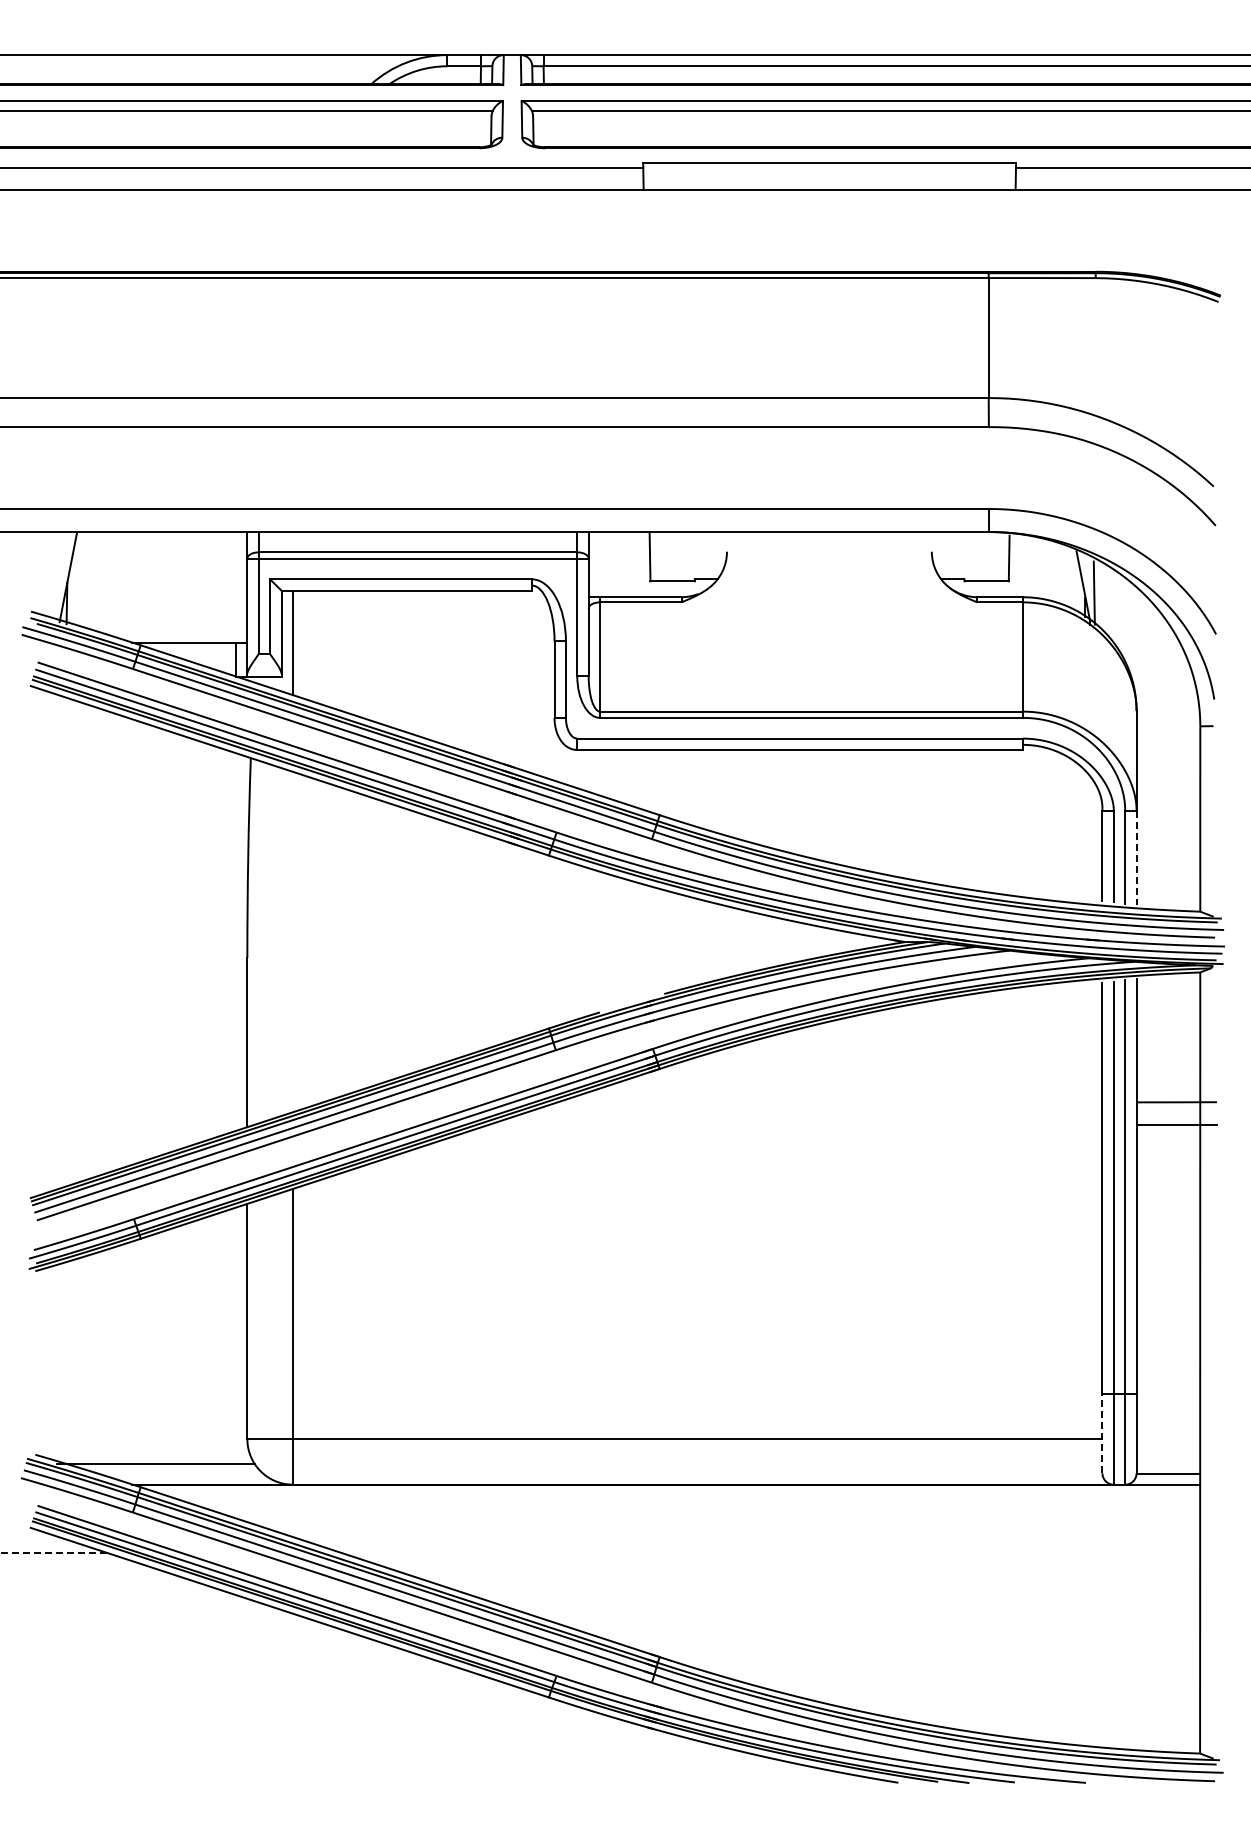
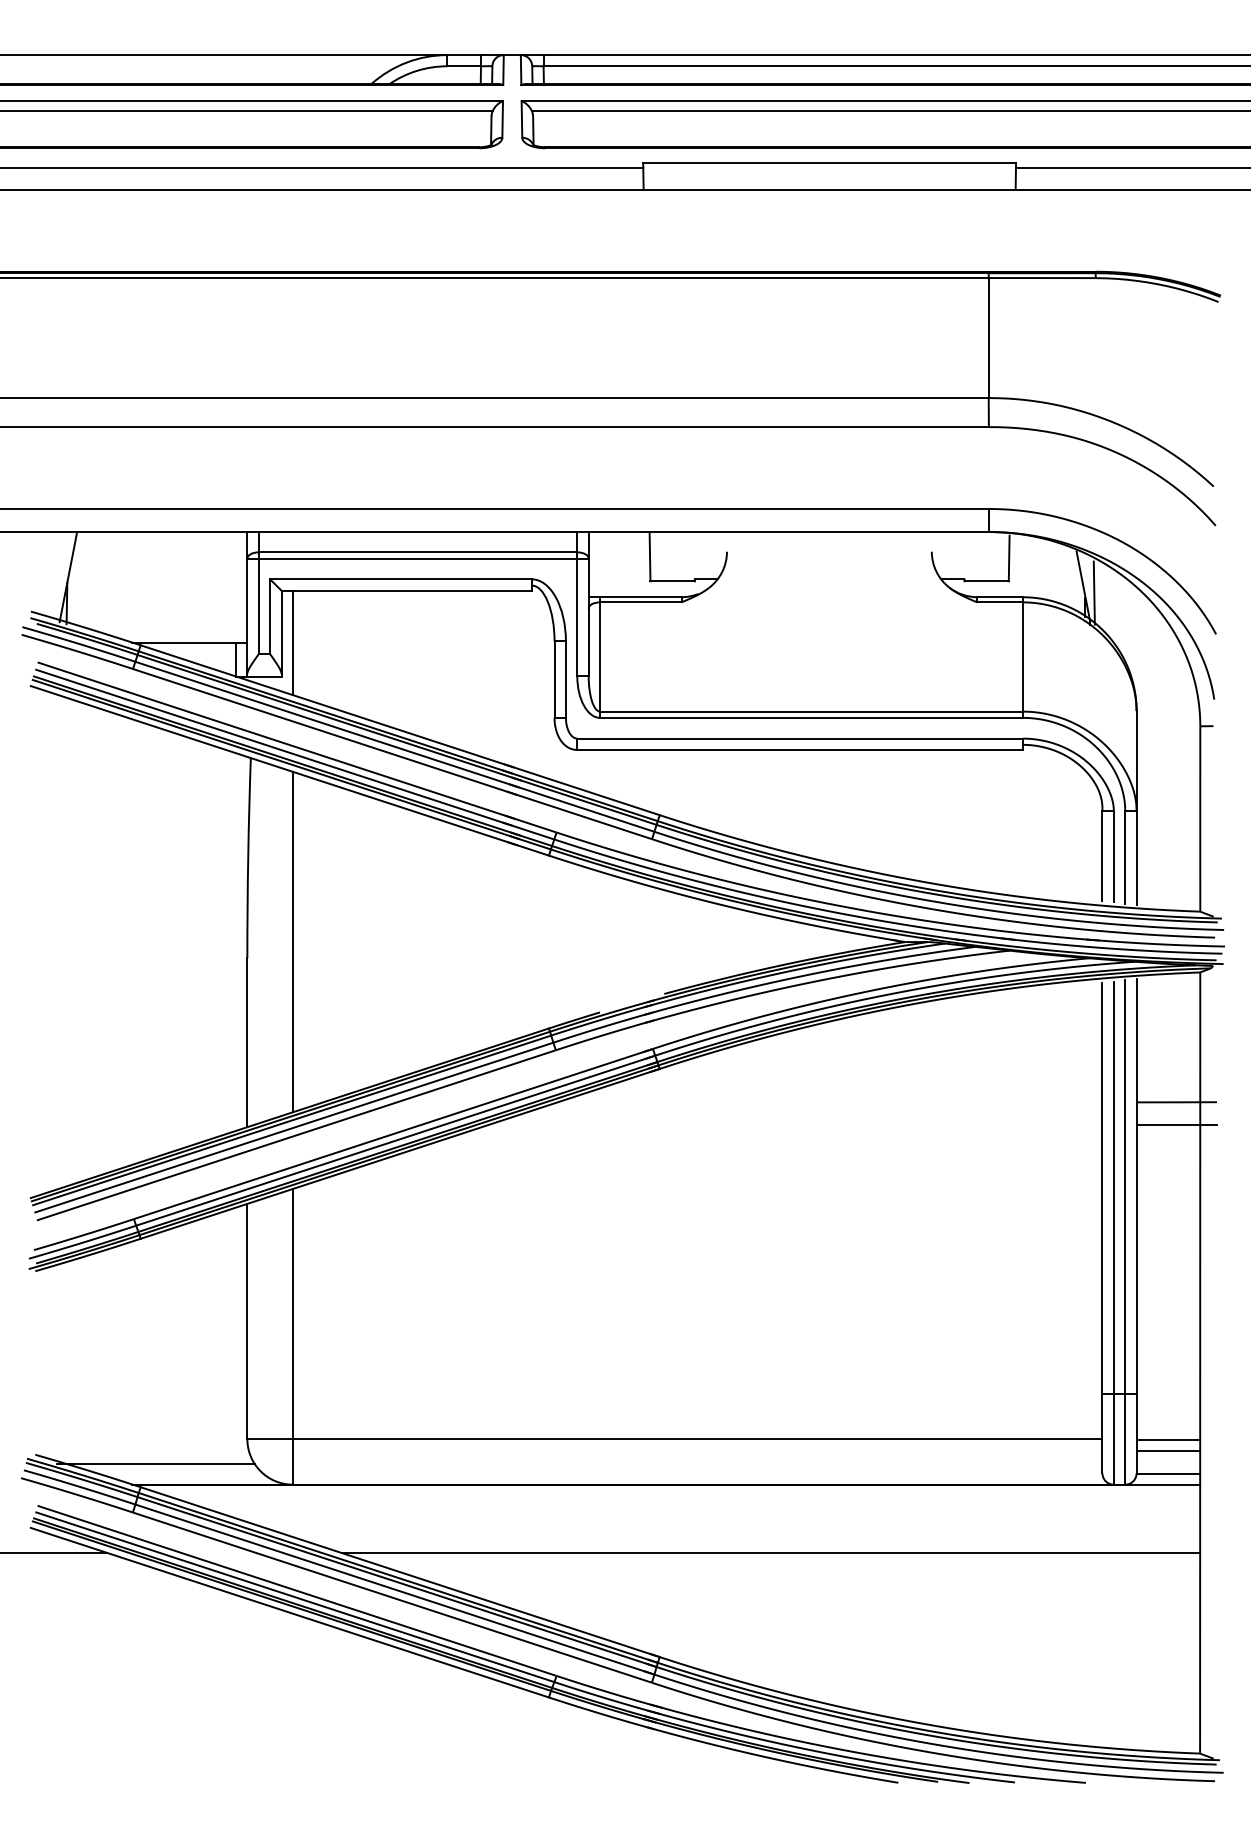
line at (1136, 857): dashed -> solid
line at (292, 941): none -> present
line at (1102, 1433): dashed -> solid
line at (1168, 1439): none -> present
line at (1168, 1451): none -> present
line at (53, 1552): dashed -> solid
line at (770, 1552): none -> present
